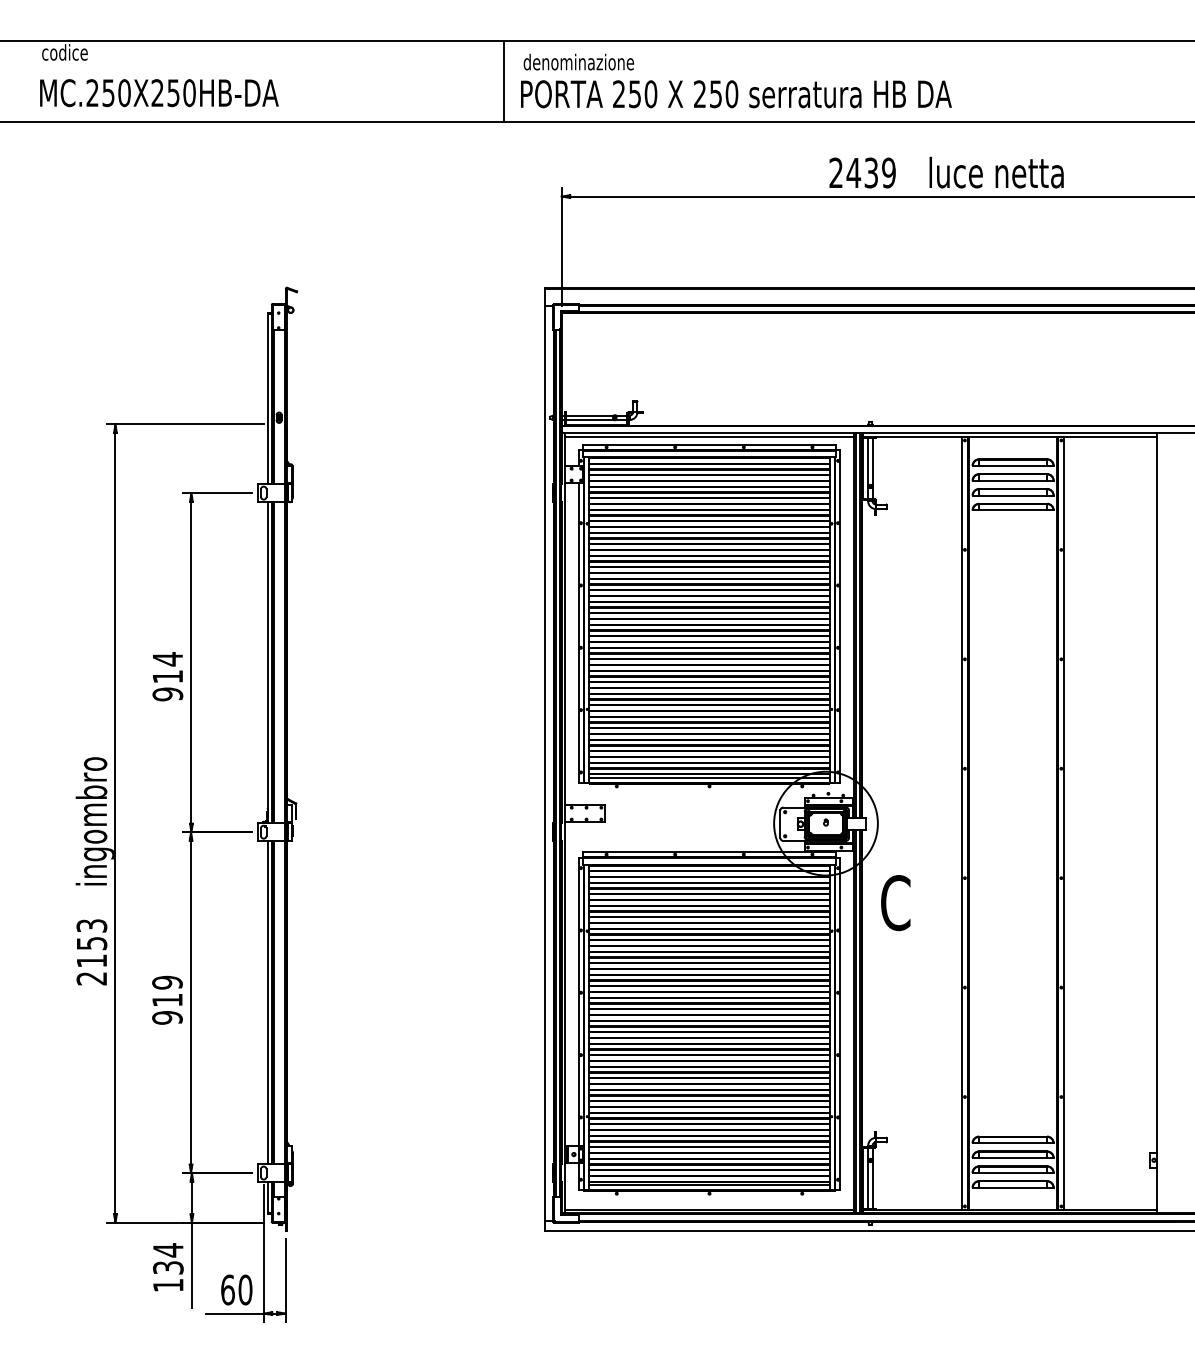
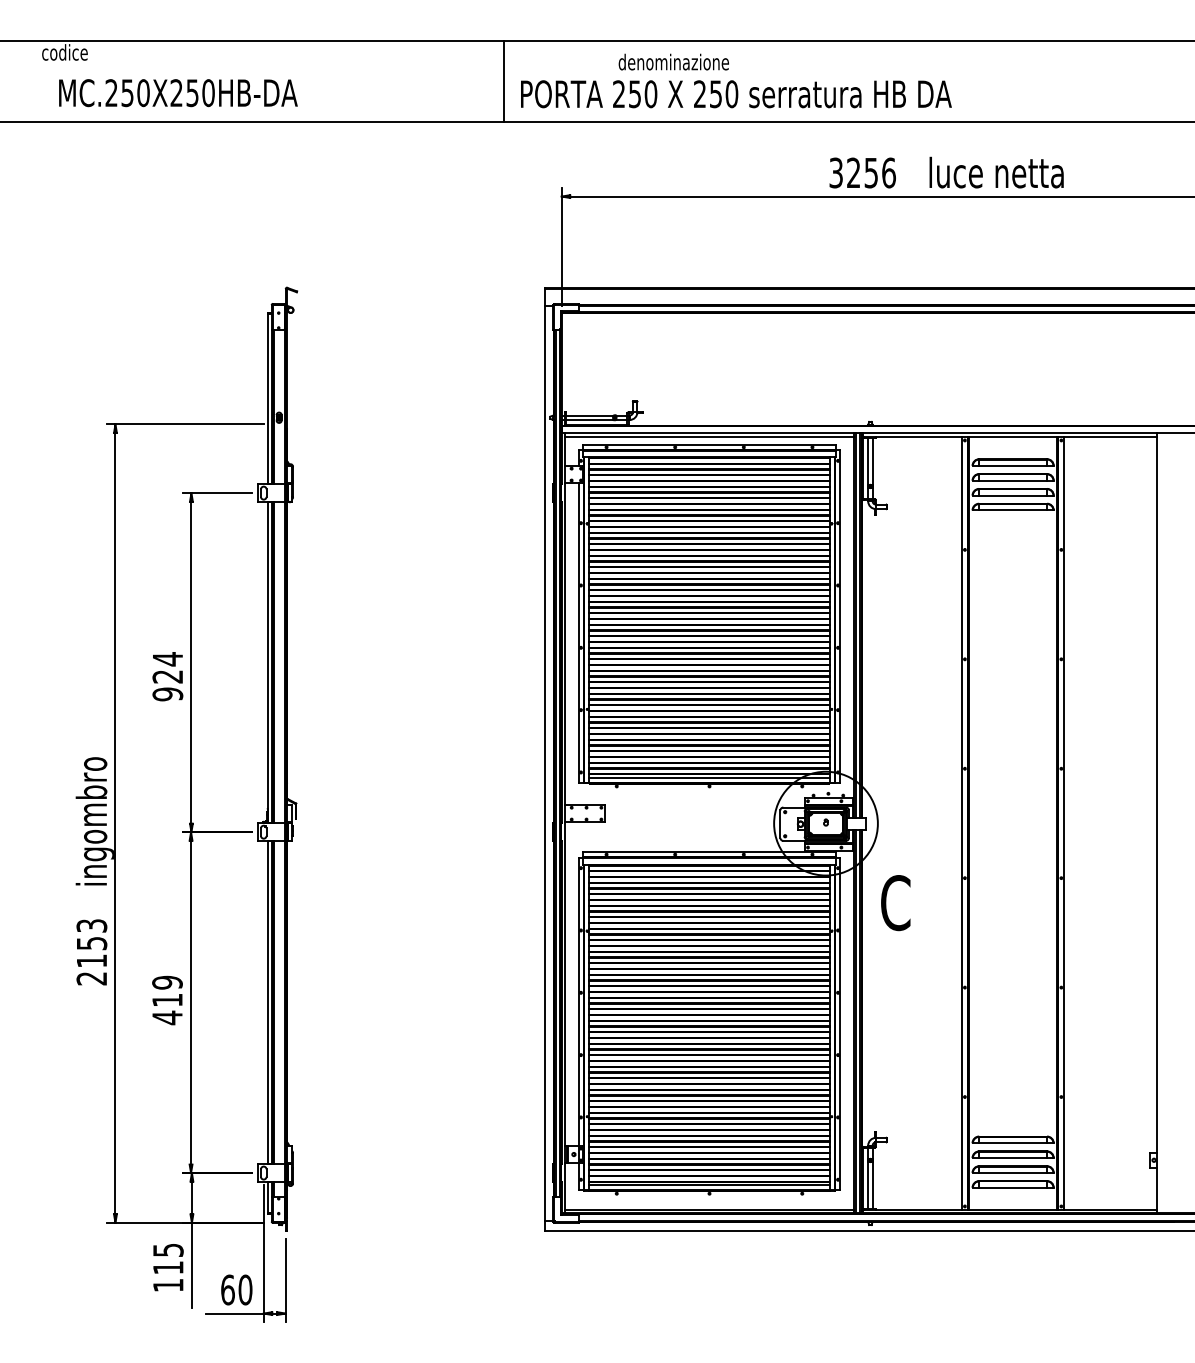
text at (578, 61) position: (578, 61) -> (673, 61)
text at (159, 93) position: (159, 93) -> (178, 93)
text at (862, 172): 2439 -> 3256
text at (167, 676): 914 -> 924
text at (167, 1017): 919 -> 419
text at (168, 1258): 134 -> 115
